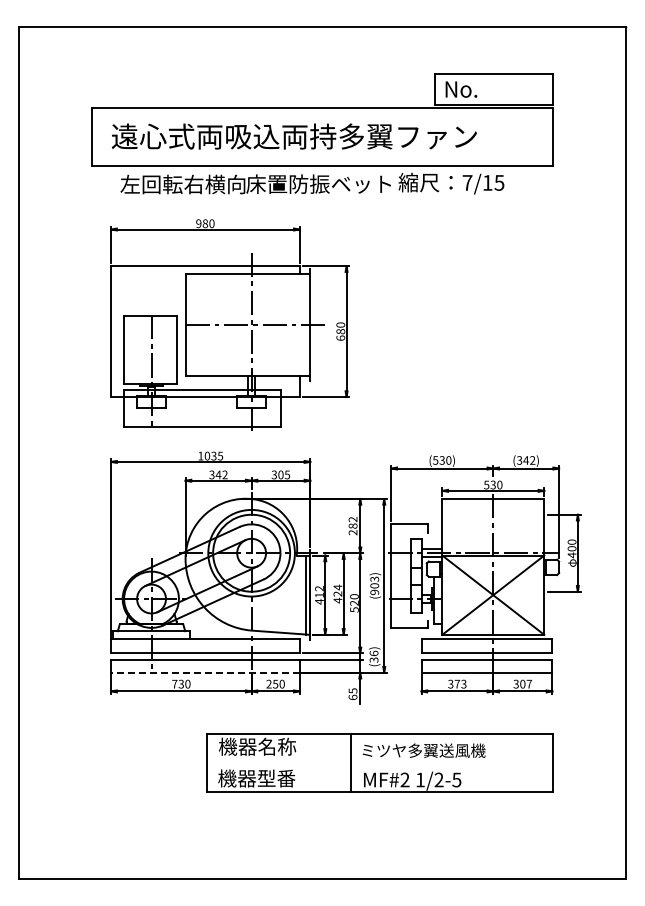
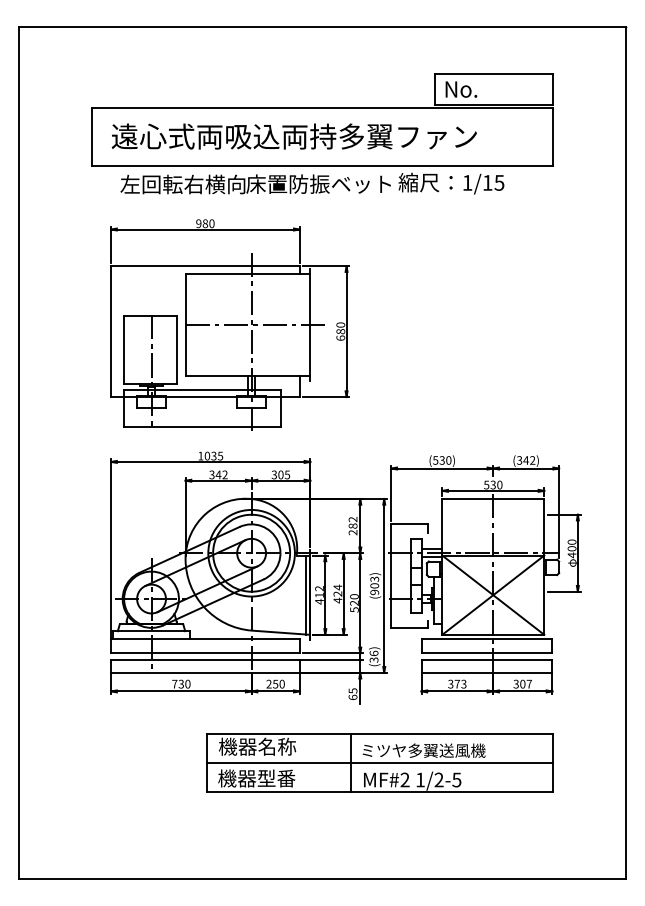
text at (467, 182): 7/15 -> 1/15
line at (204, 672): dashed -> solid
line at (380, 763): none -> present
